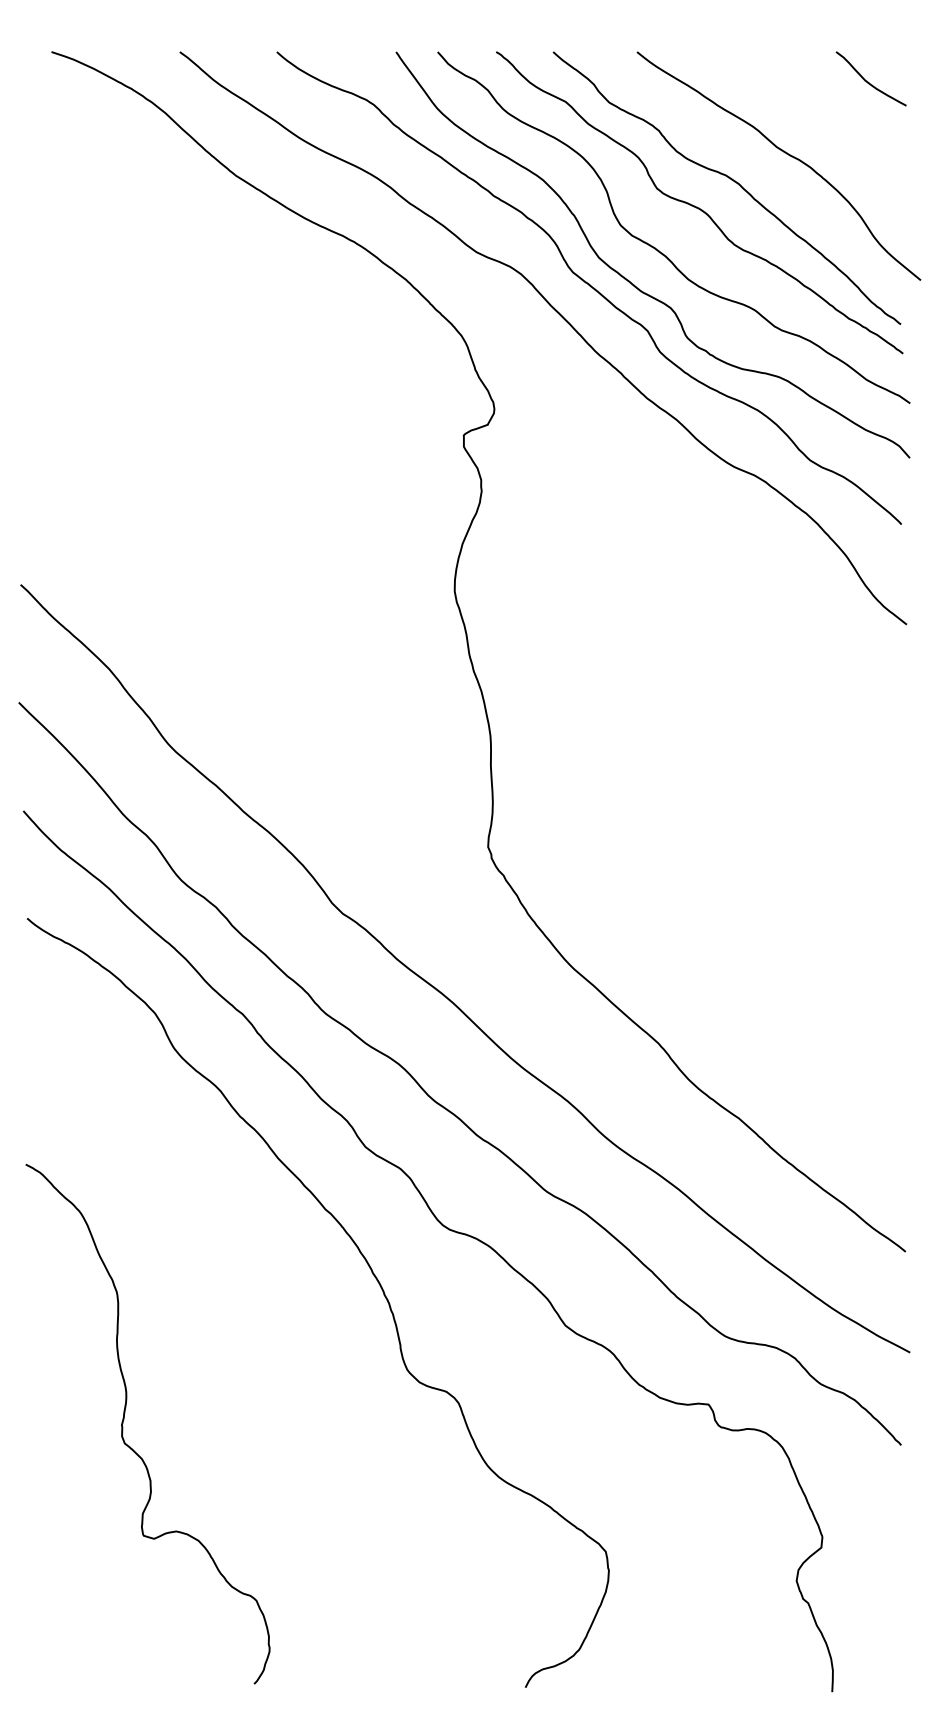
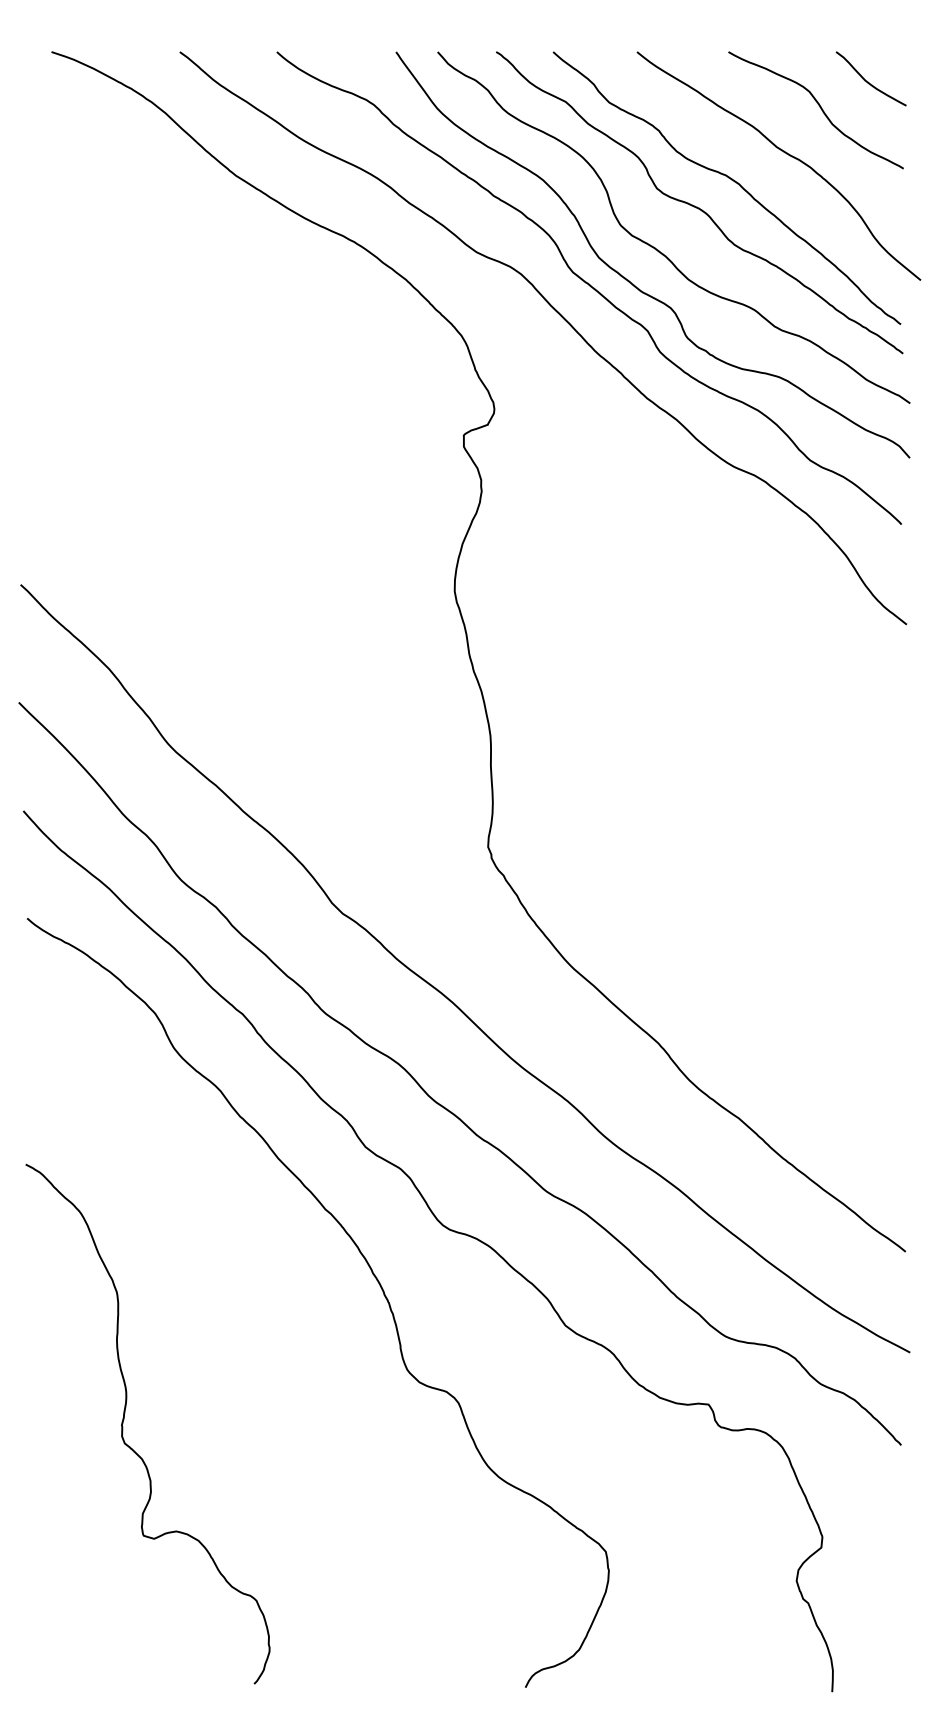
curve at (819, 107): none -> present
